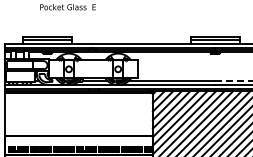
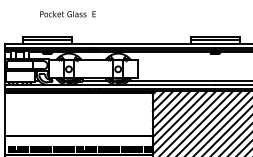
text at (67, 7) position: (67, 7) -> (67, 14)
line at (234, 80): dashed -> solid
